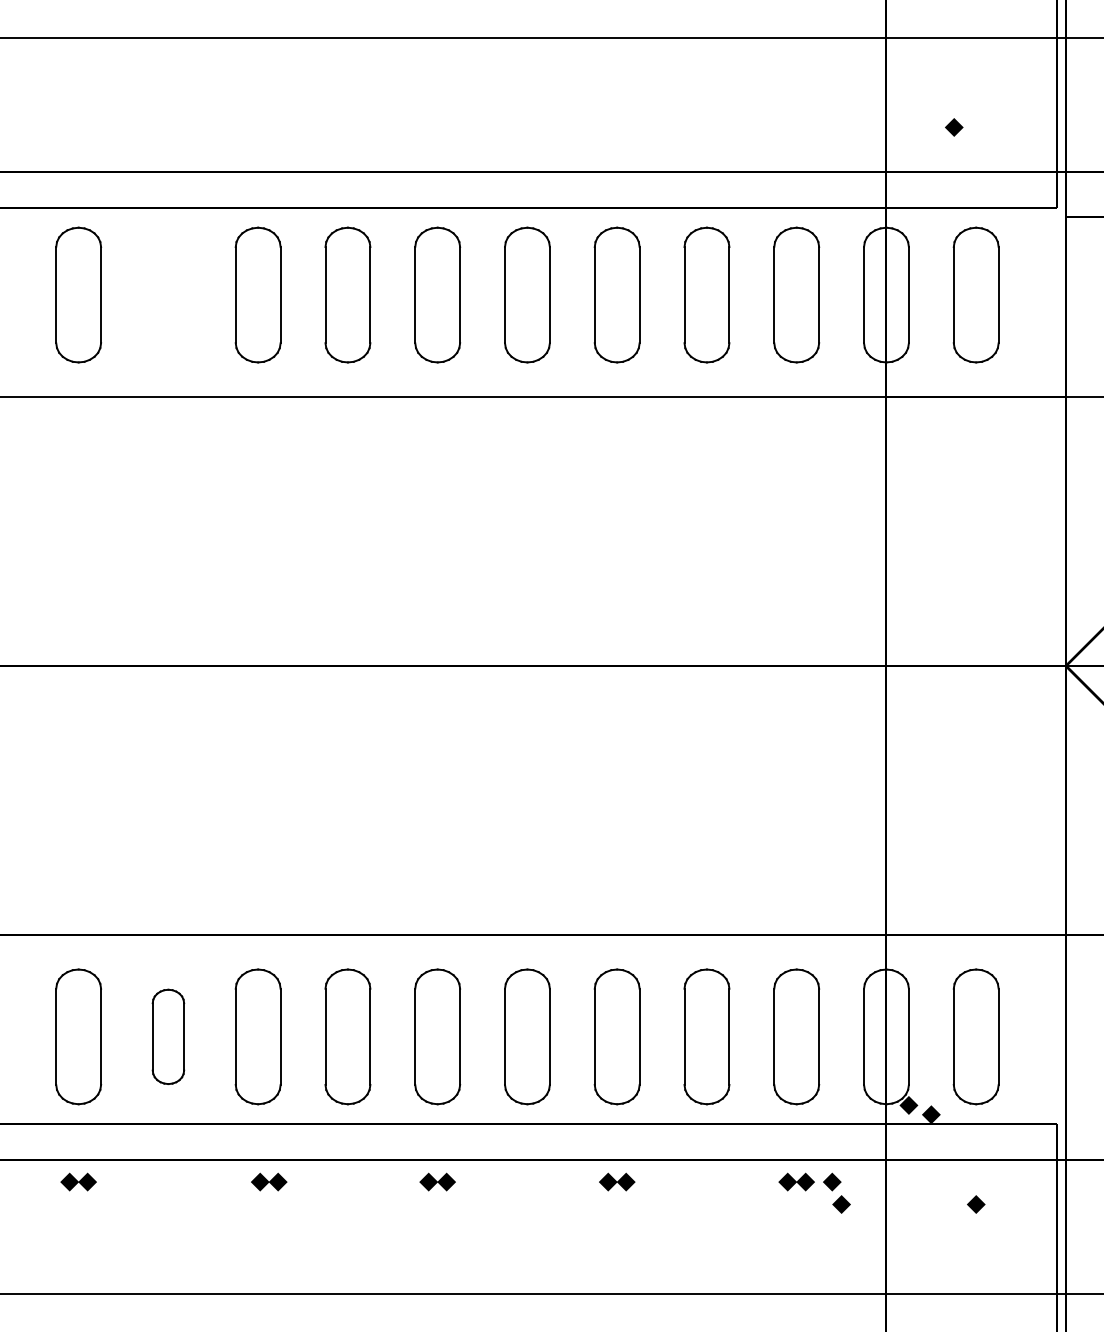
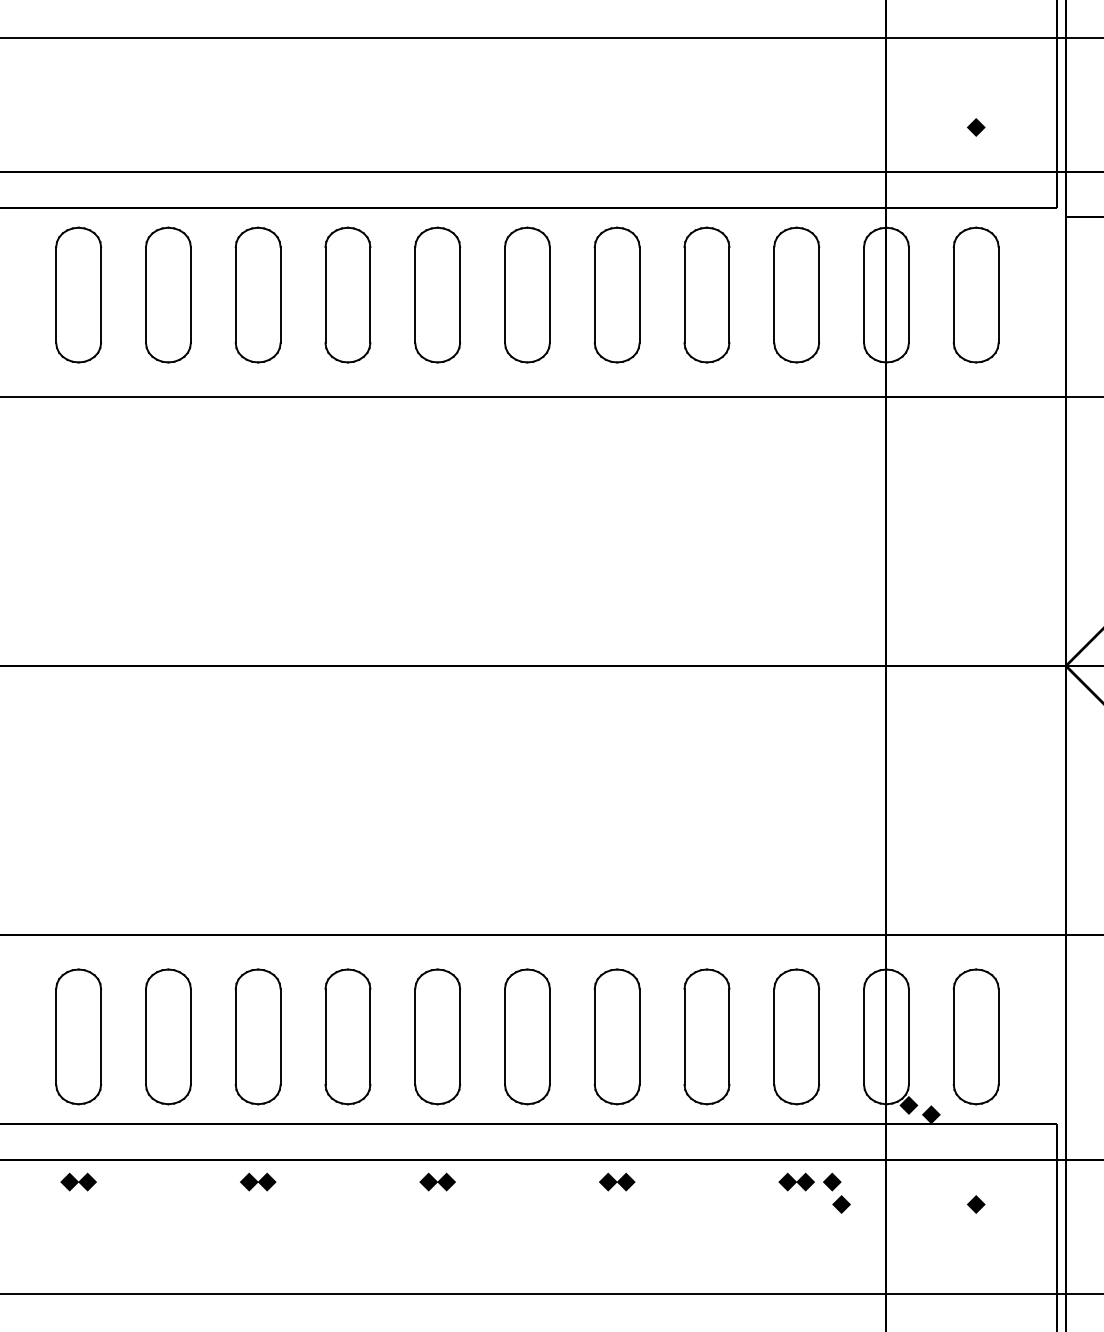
part at (954, 127) position: (954, 127) -> (976, 127)
part at (168, 294): none -> present
part at (168, 1036) size: 35x97 px -> 47x138 px
part at (269, 1181) position: (269, 1181) -> (258, 1181)
